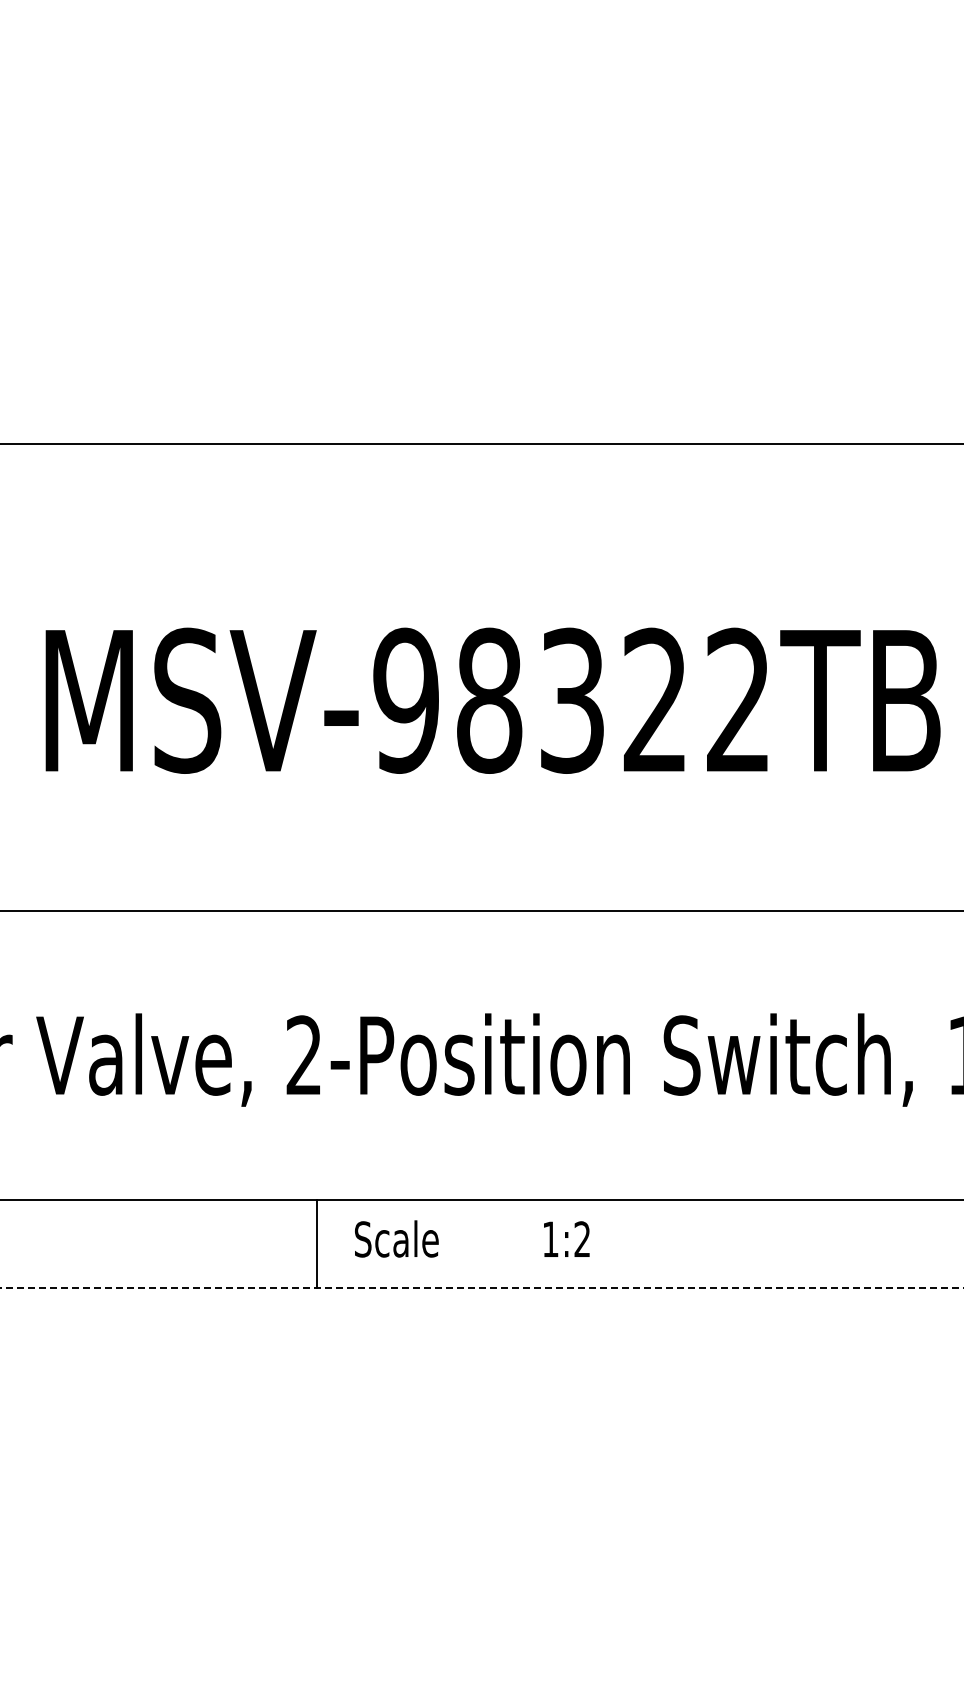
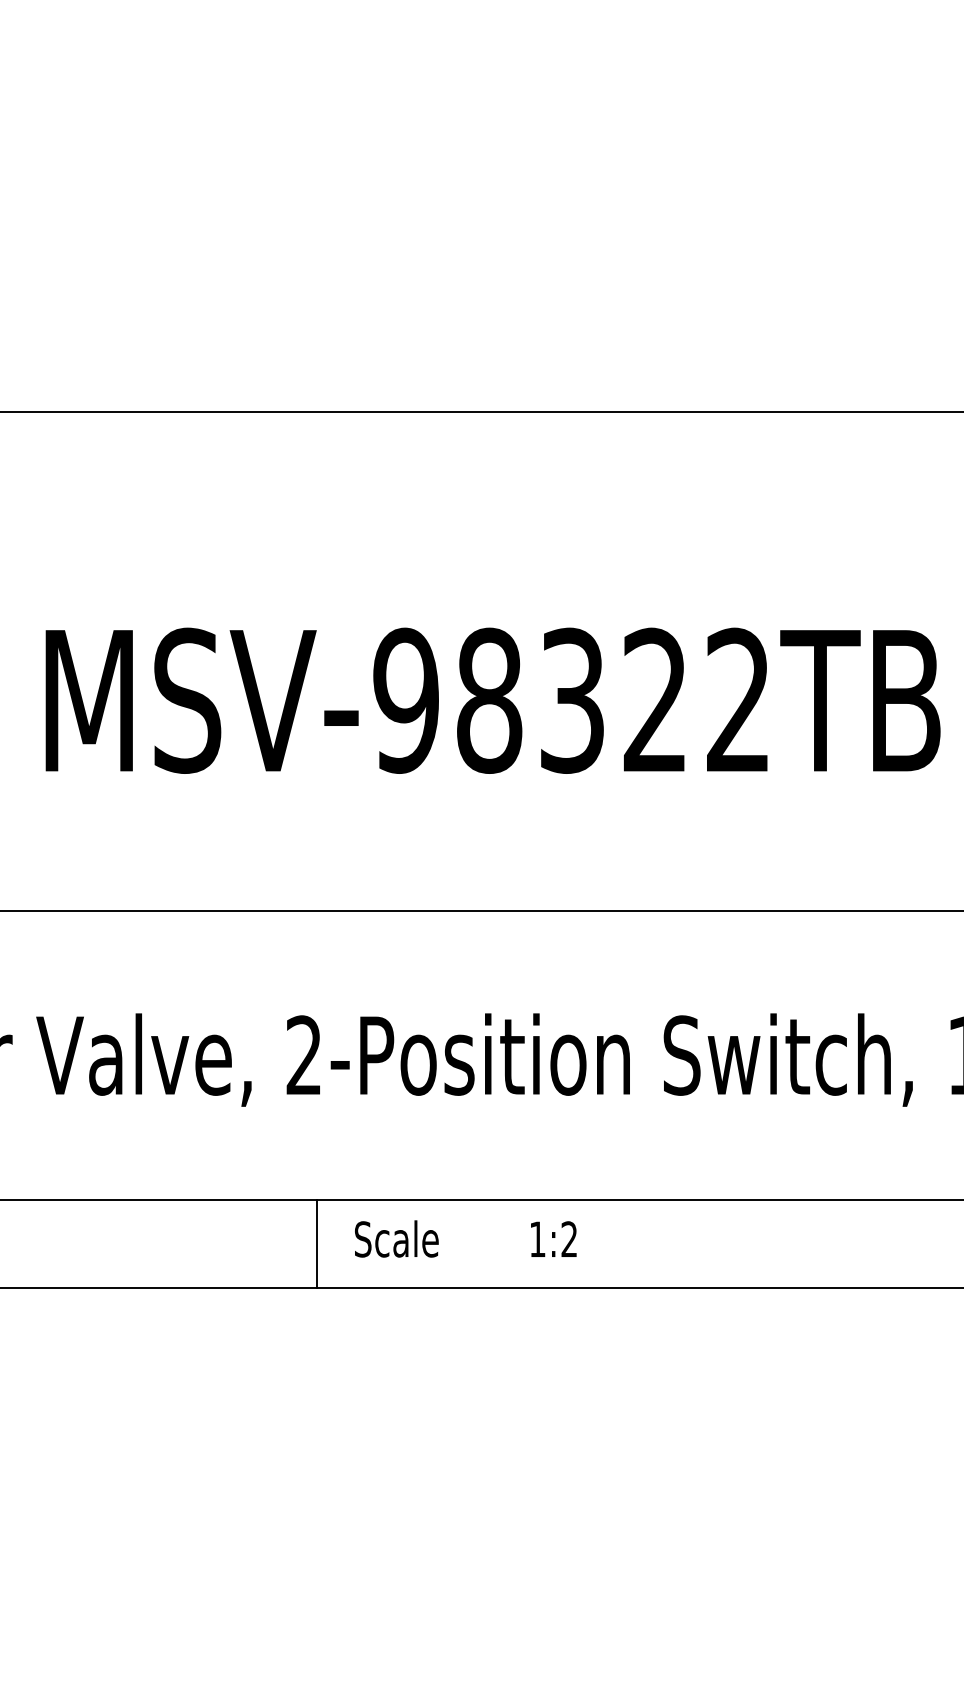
line at (481, 443) position: (481, 443) -> (481, 411)
text at (566, 1238) position: (566, 1238) -> (553, 1238)
line at (482, 1288): dashed -> solid
